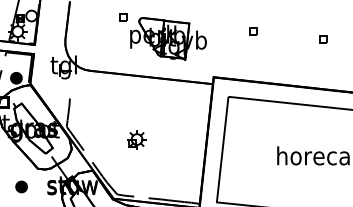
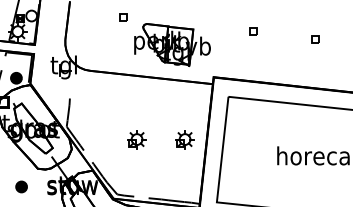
part at (168, 38) position: (168, 38) -> (172, 44)
part at (323, 39) position: (323, 39) -> (315, 39)
part at (184, 139): none -> present
